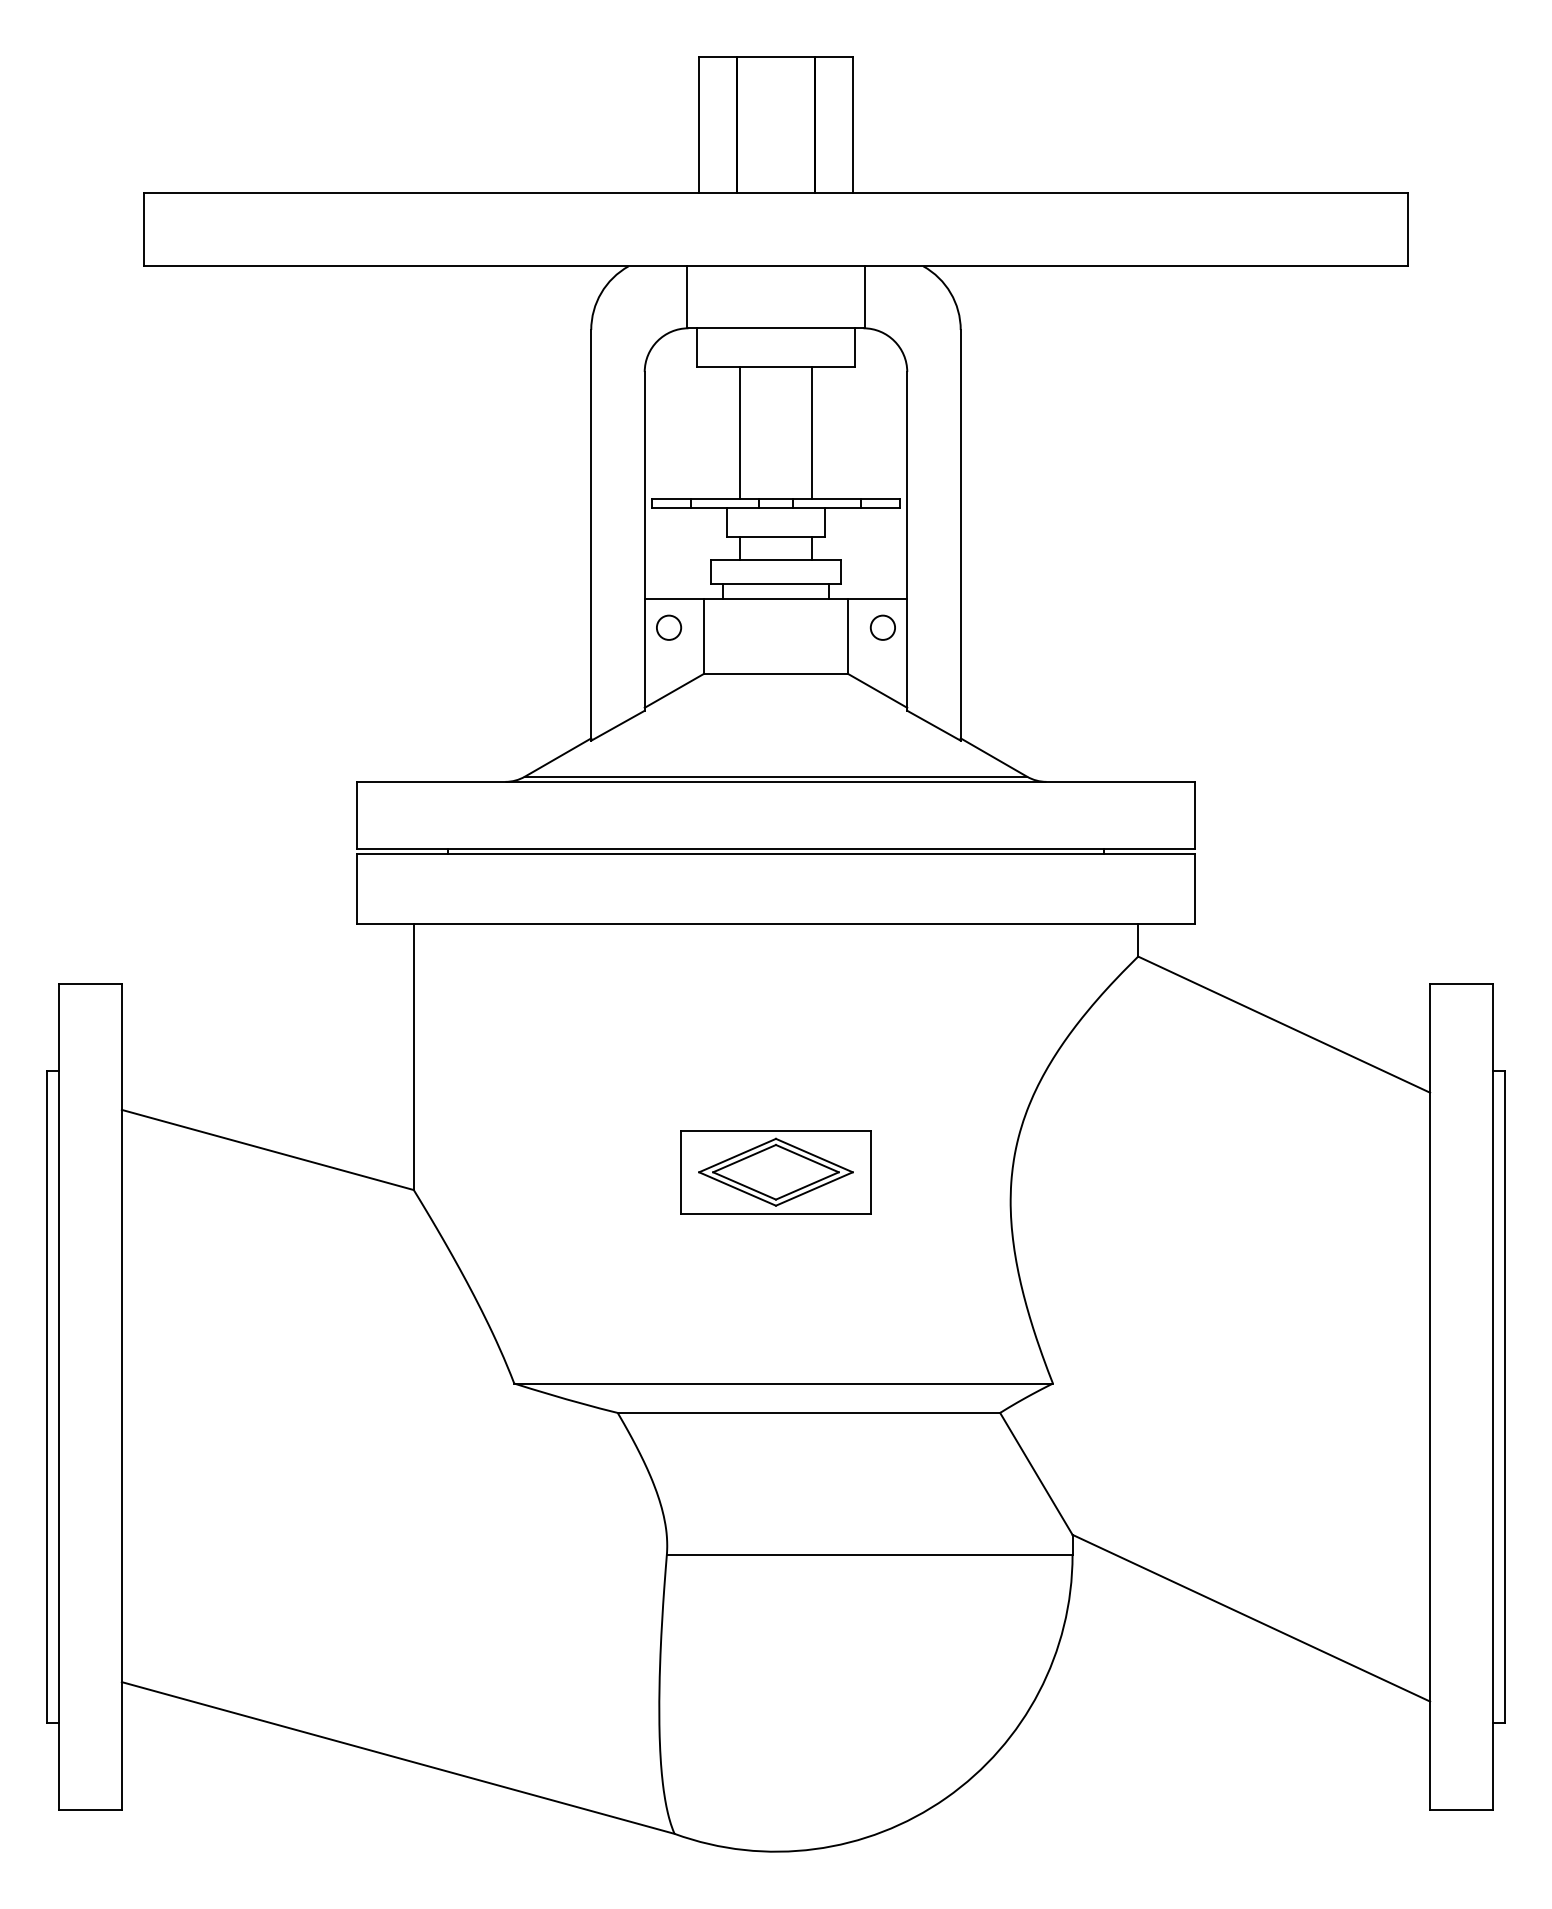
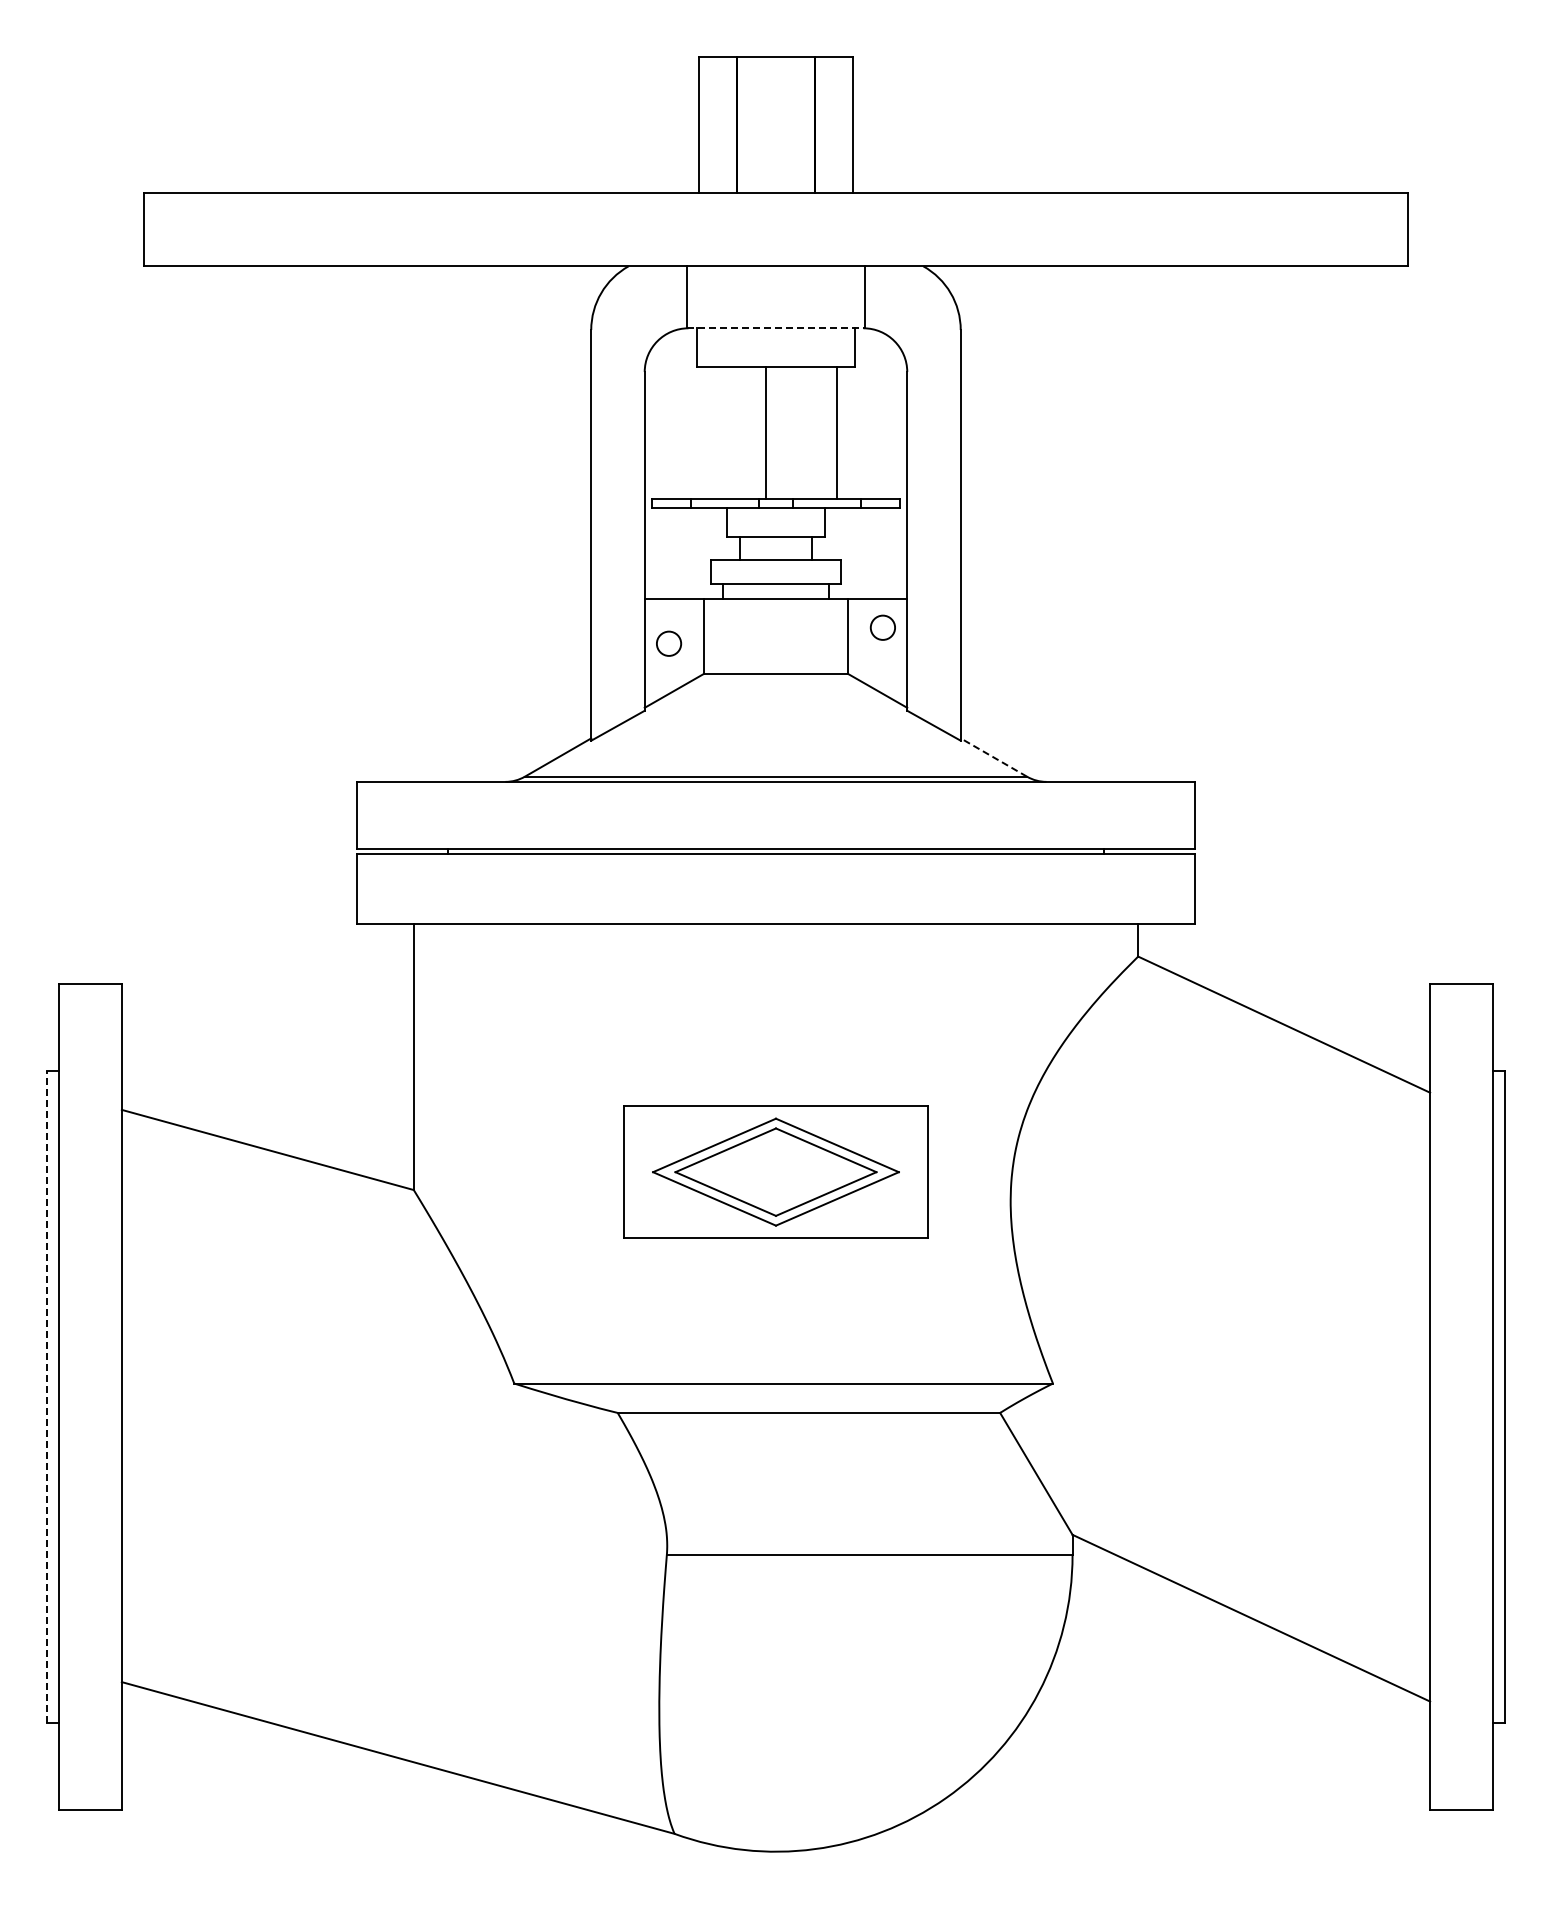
line at (776, 328): solid -> dashed
line at (739, 432) position: (739, 432) -> (765, 432)
line at (812, 432) position: (812, 432) -> (837, 432)
circle at (669, 627) position: (669, 627) -> (669, 643)
line at (993, 757): solid -> dashed
part at (775, 1172) size: 192x85 px -> 306x134 px
line at (46, 1397): solid -> dashed
